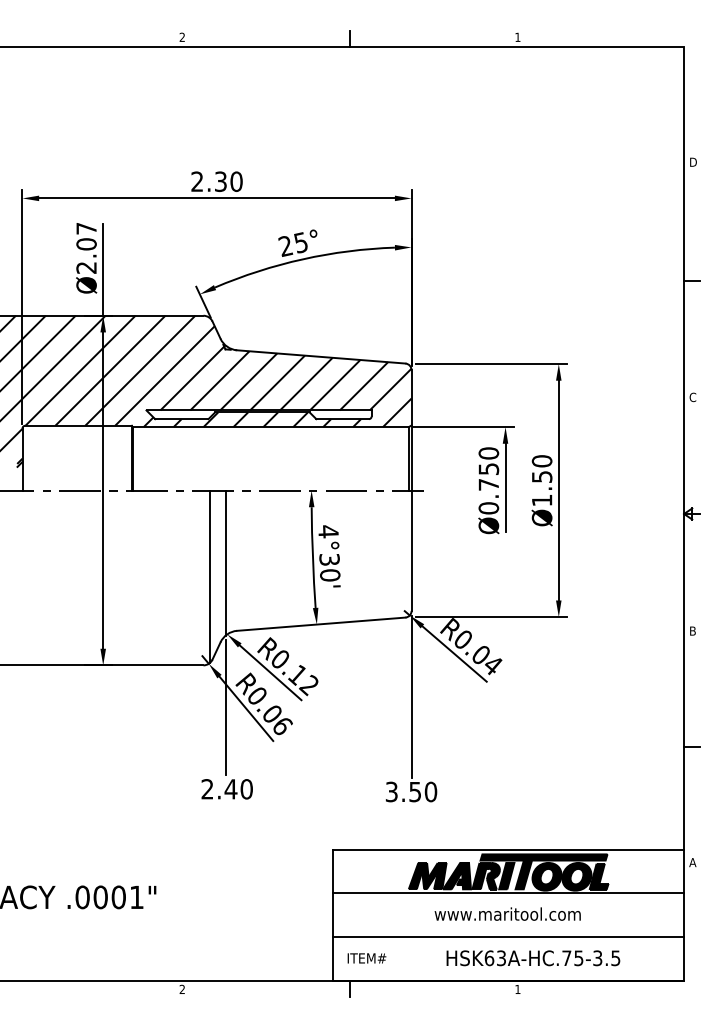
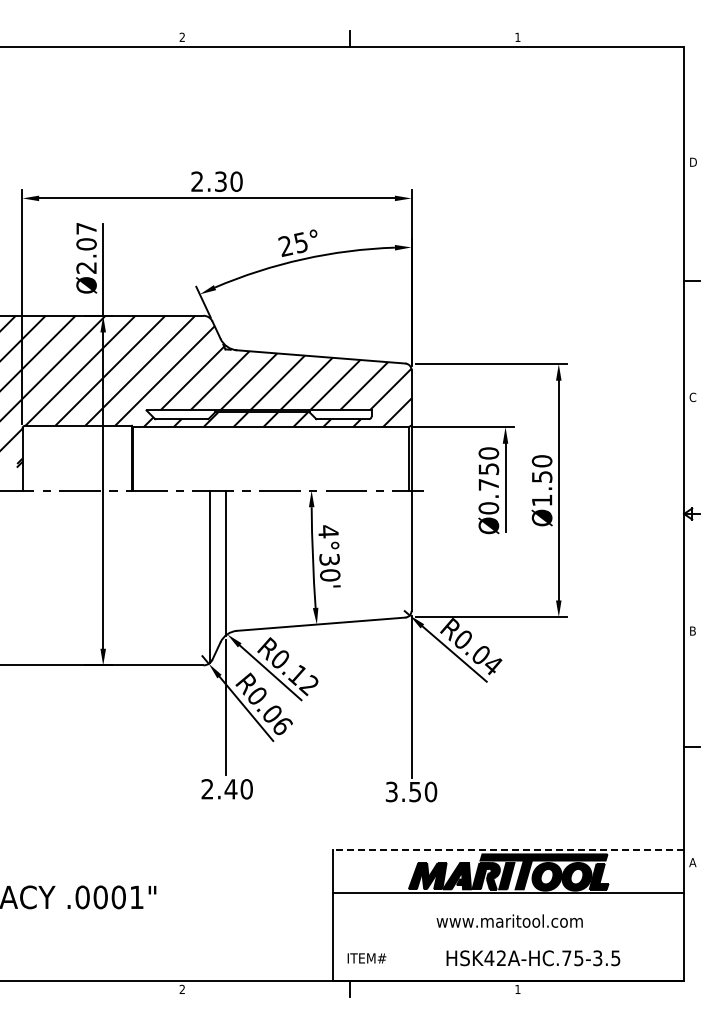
line at (508, 849): solid -> dashed
text at (507, 913) position: (507, 913) -> (509, 920)
line at (508, 937): present -> none
text at (494, 958): HSK63A-HC.75-3.5 -> HSK42A-HC.75-3.5
